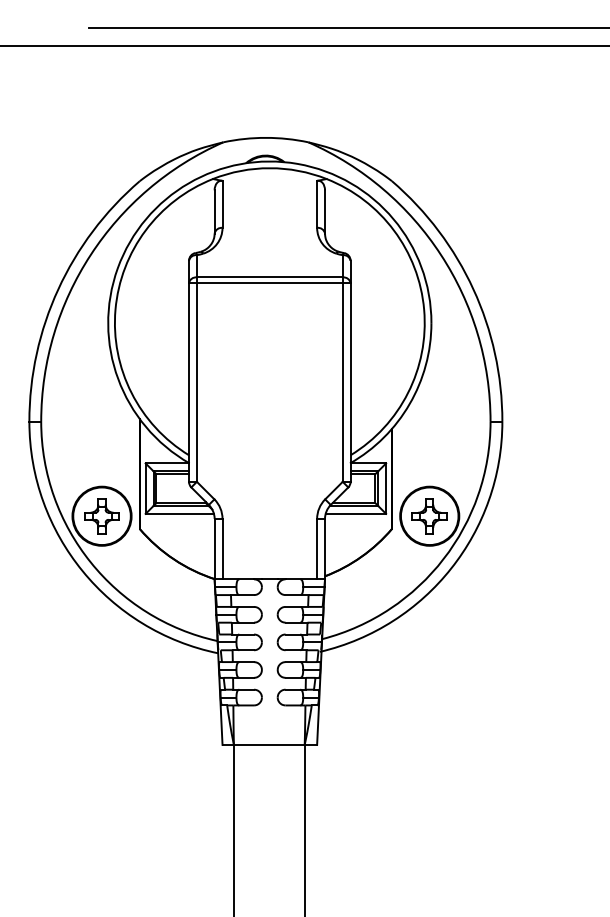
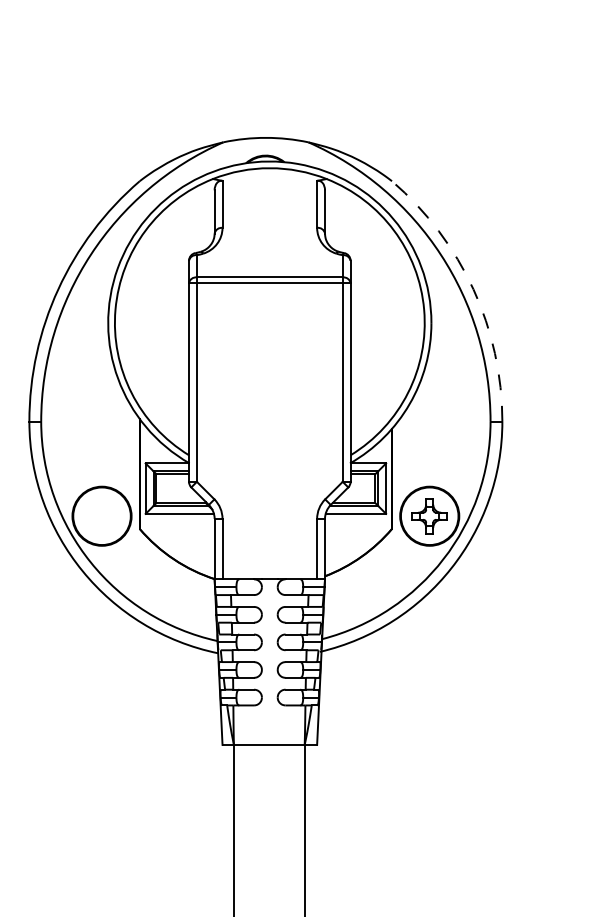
line at (347, 27): present -> none
line at (304, 46): present -> none
arc at (473, 289): solid -> dashed
part at (101, 516): present -> none
